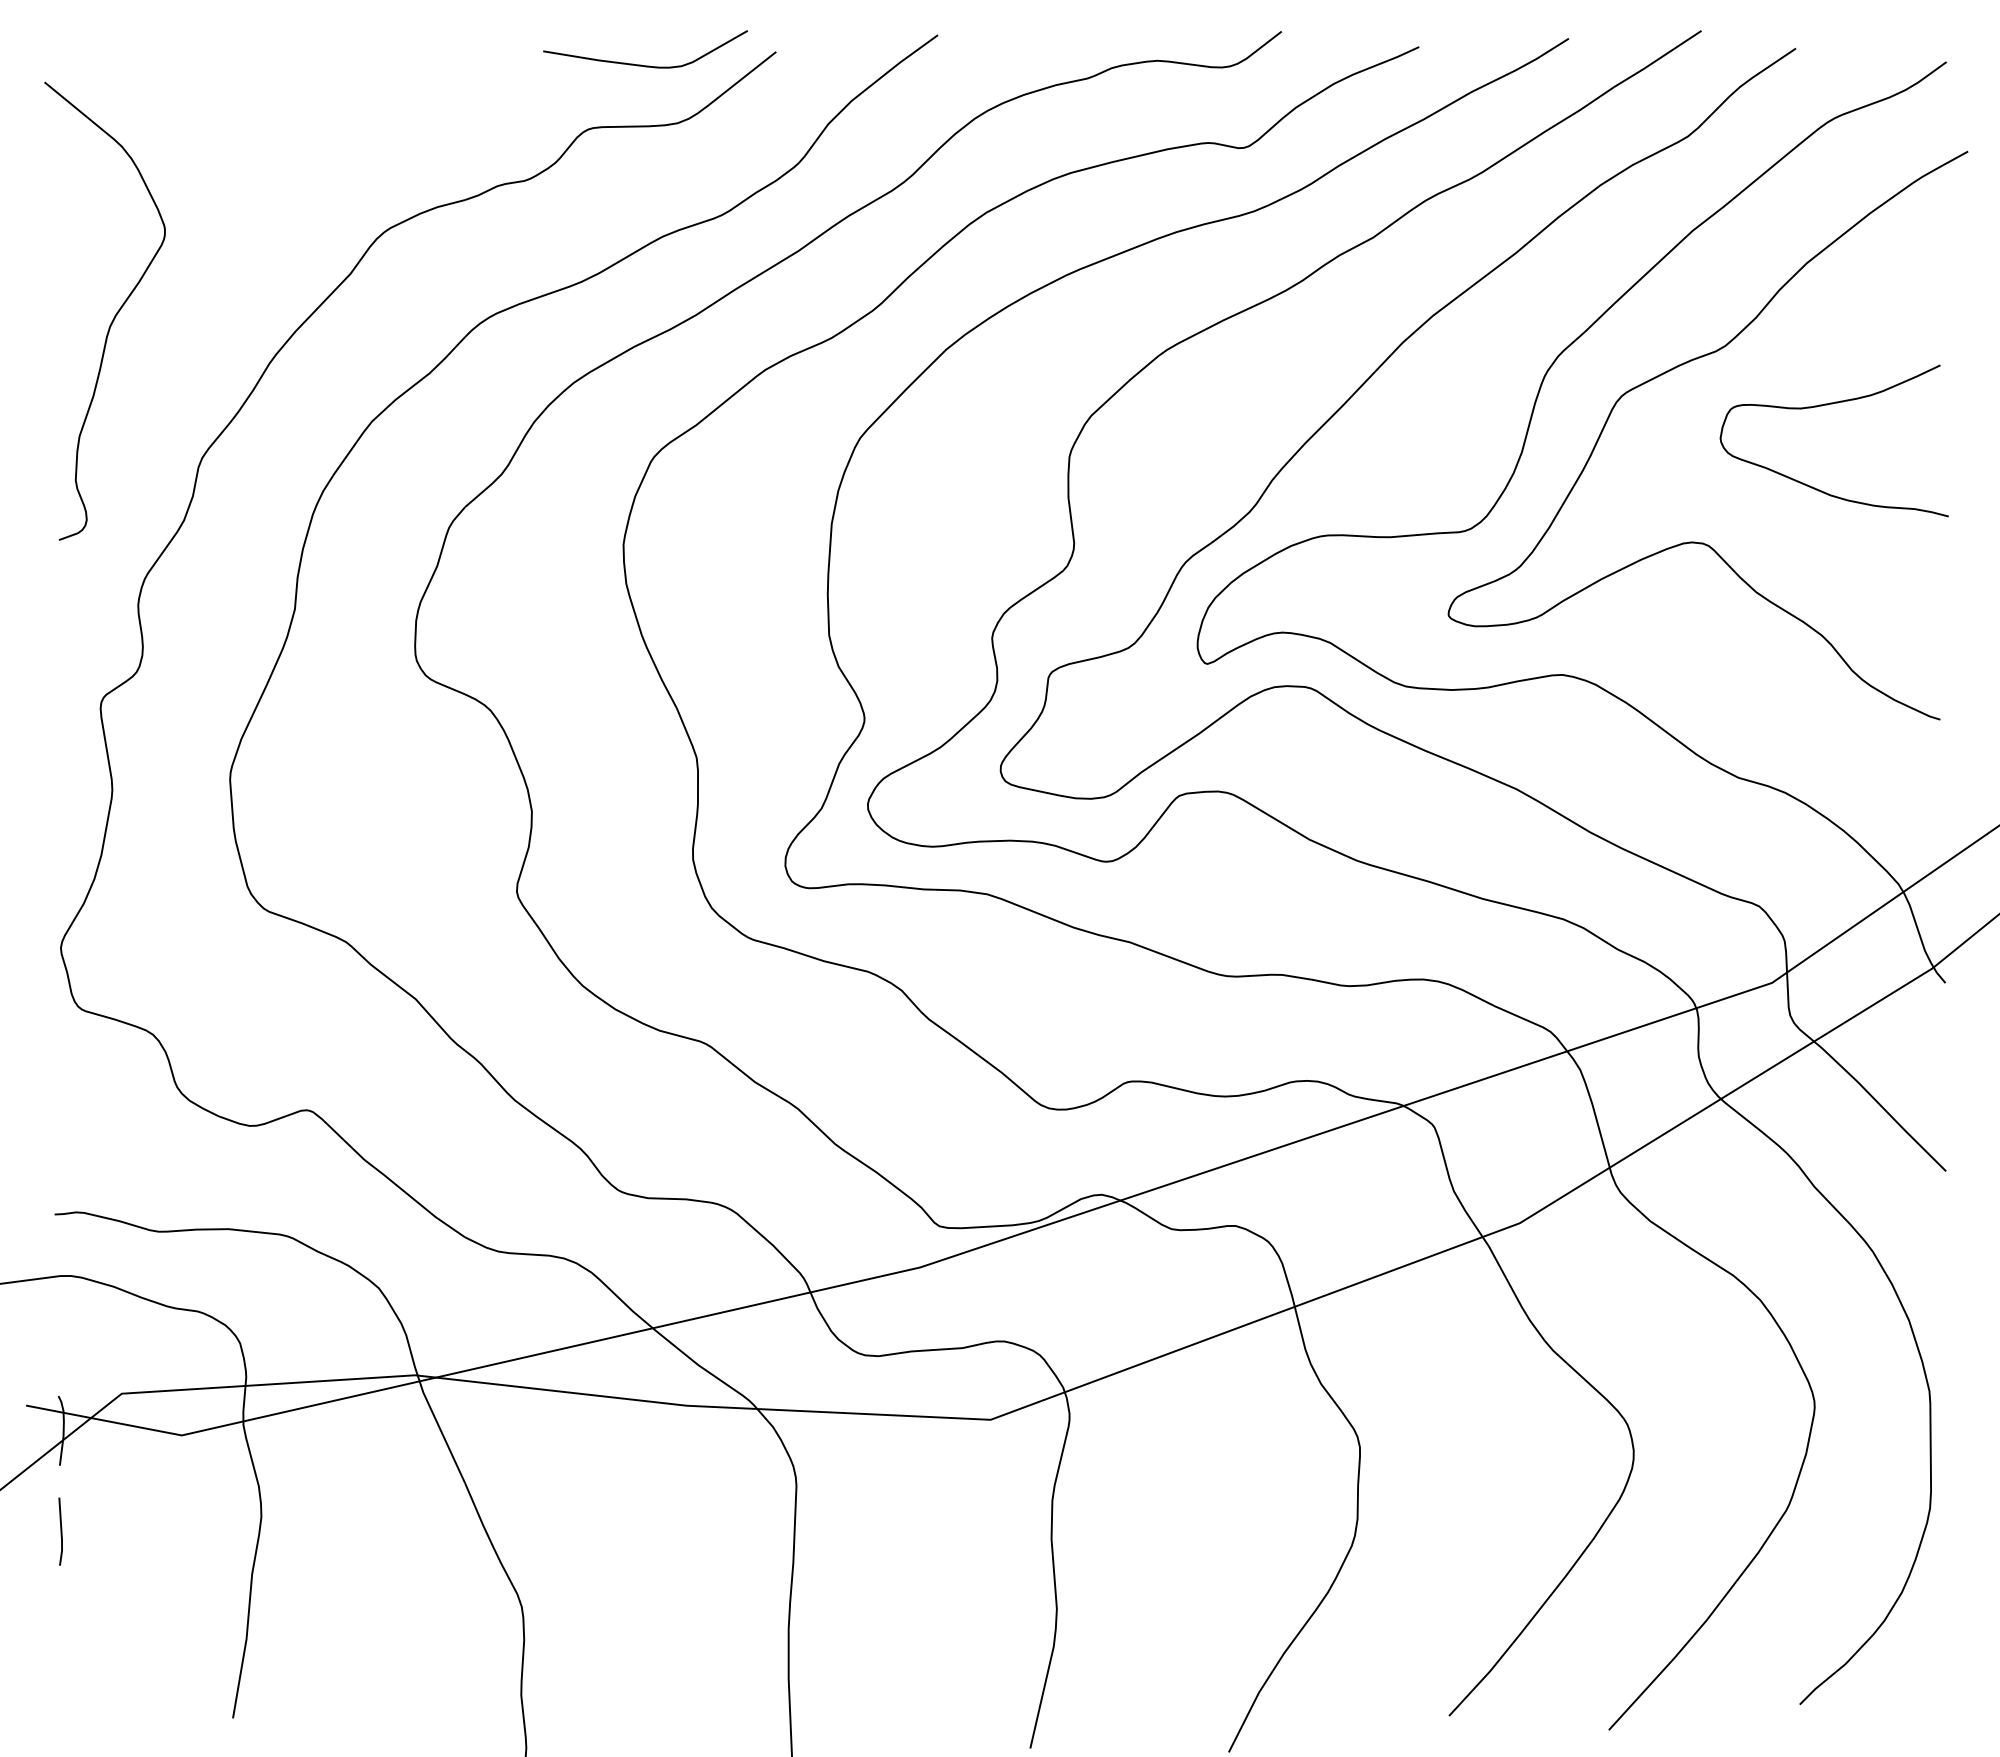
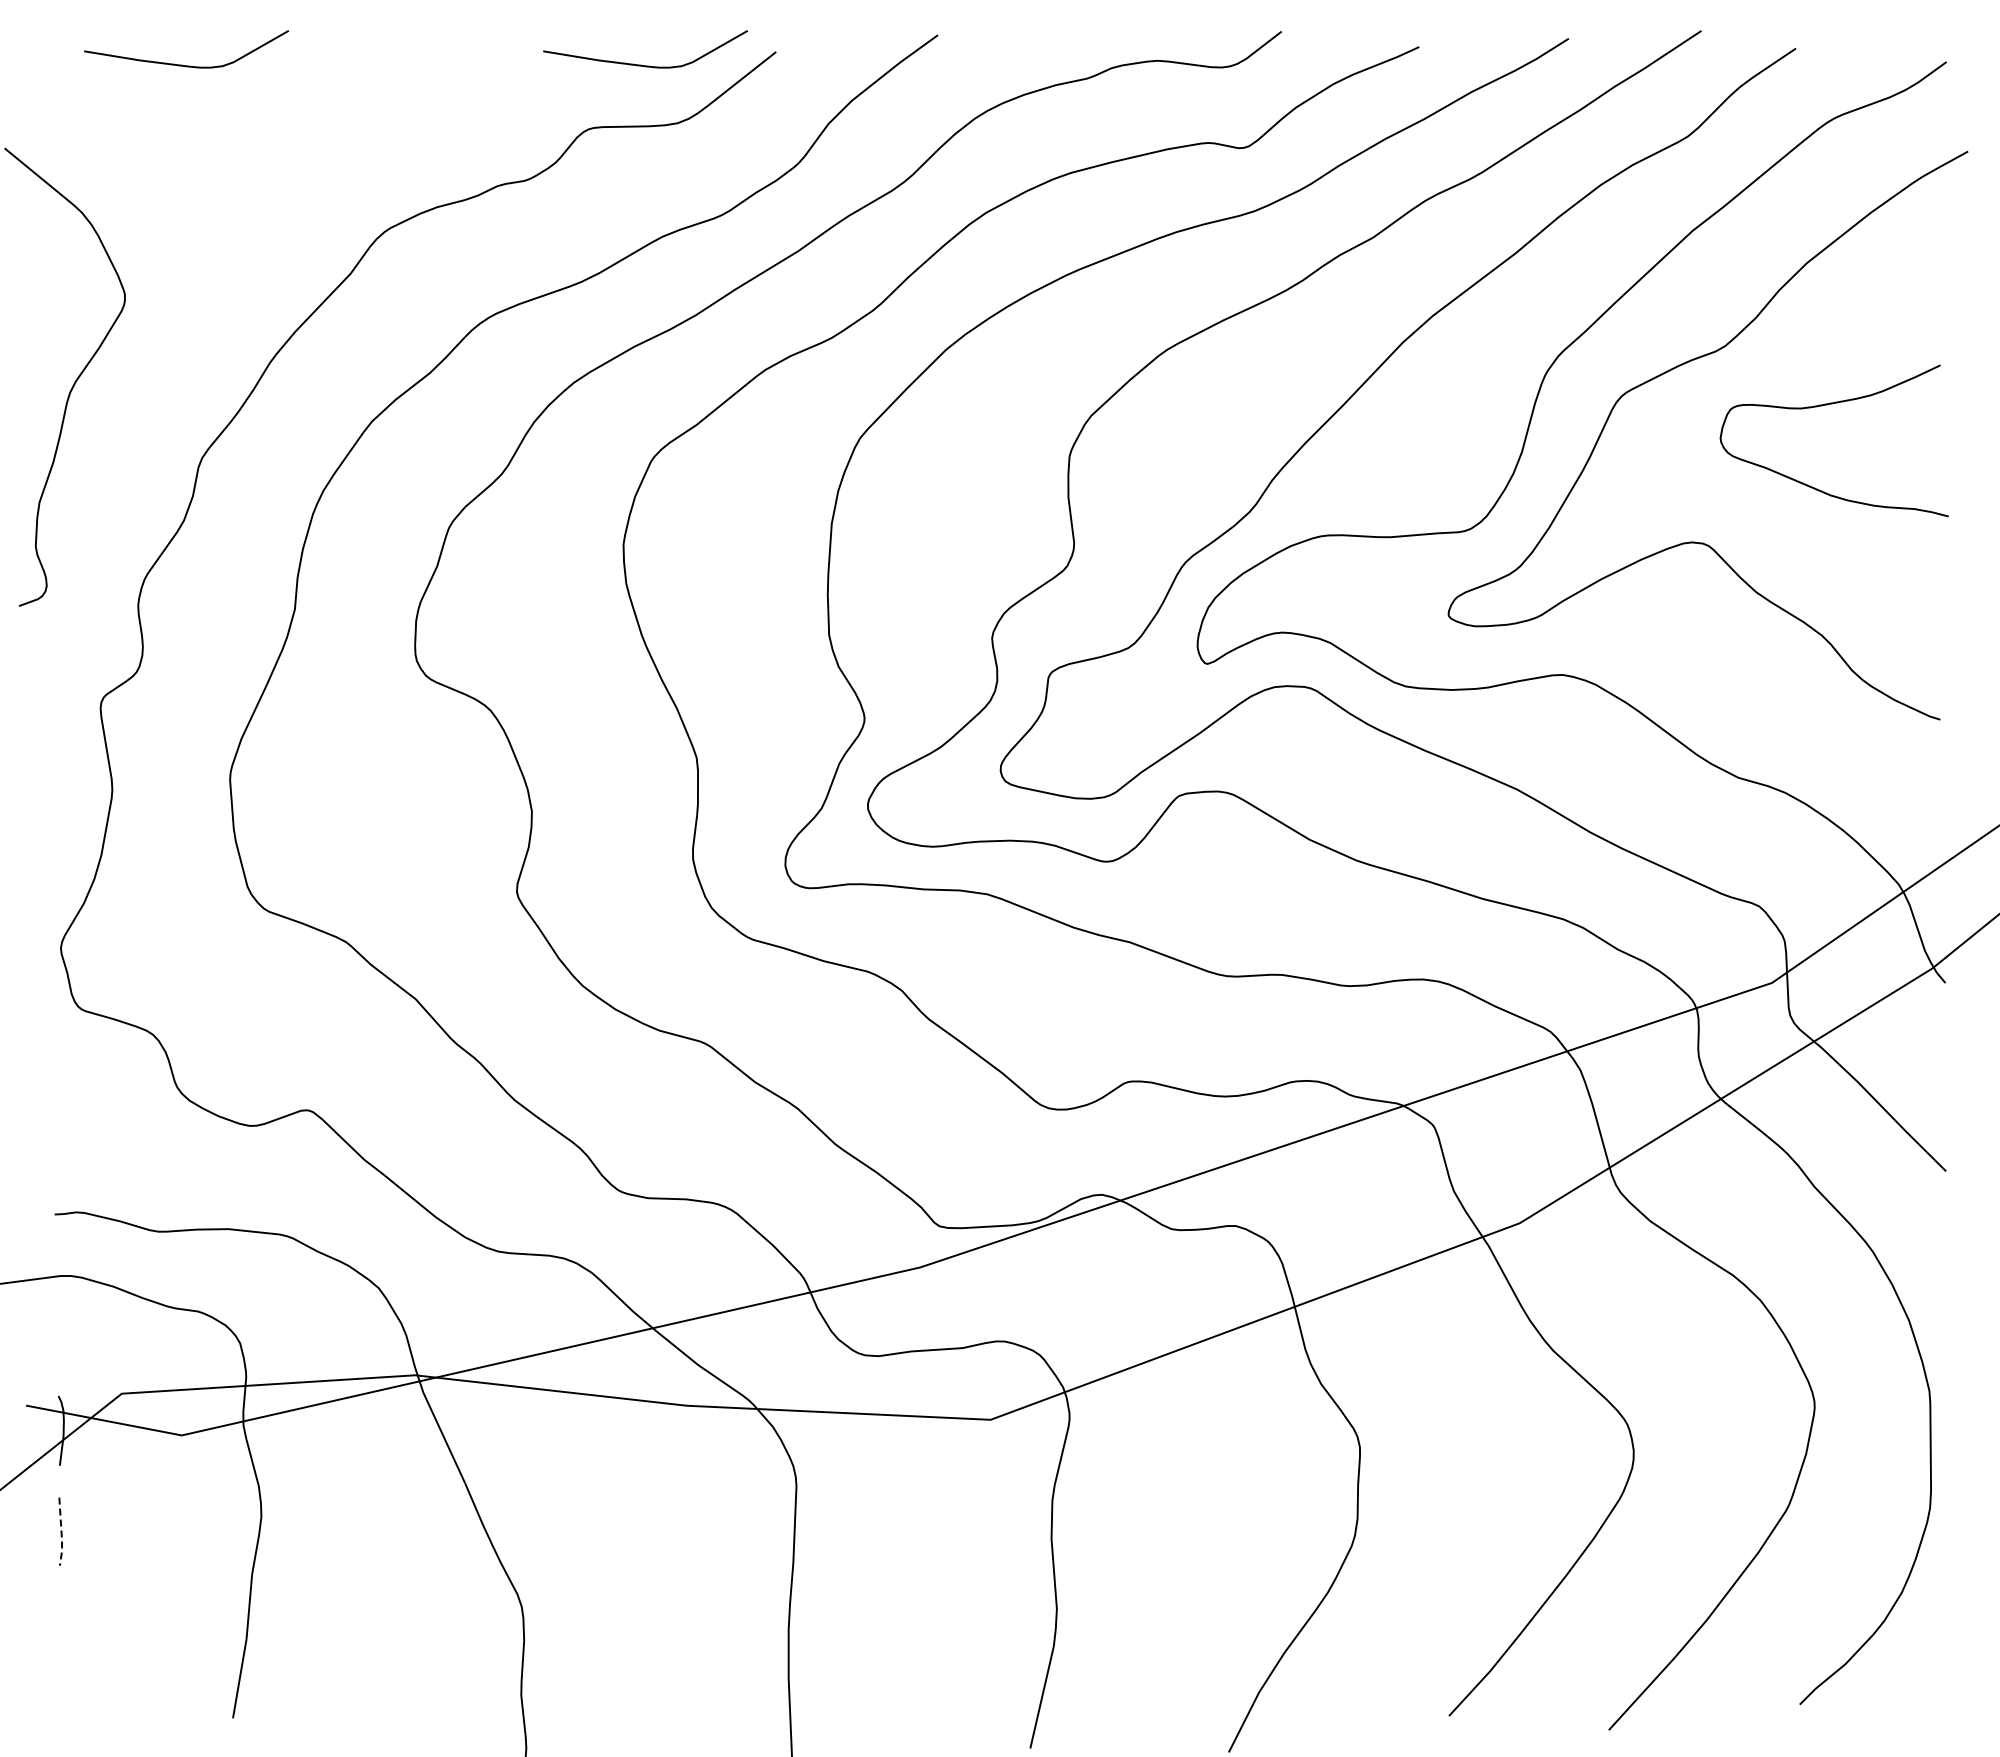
curve at (182, 64): none -> present
curve at (114, 315) position: (114, 315) -> (74, 381)
line at (61, 1533): solid -> dashed
